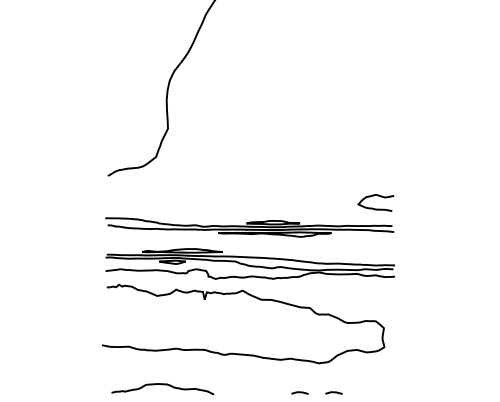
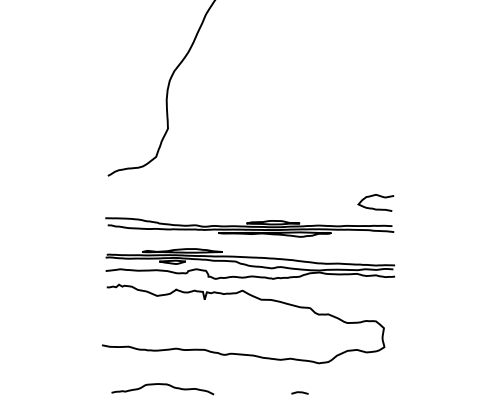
line at (333, 392): present -> none
